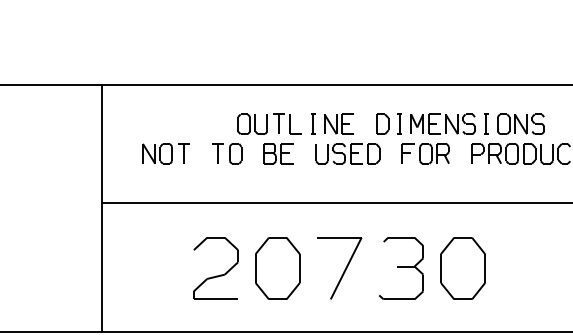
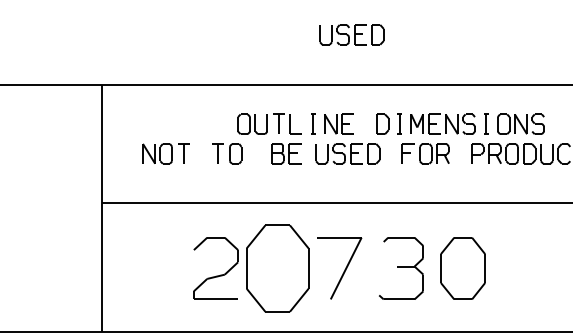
part at (351, 34): none -> present
part at (278, 153) position: (278, 153) -> (286, 153)
part at (277, 268) size: 46x63 px -> 64x89 px
